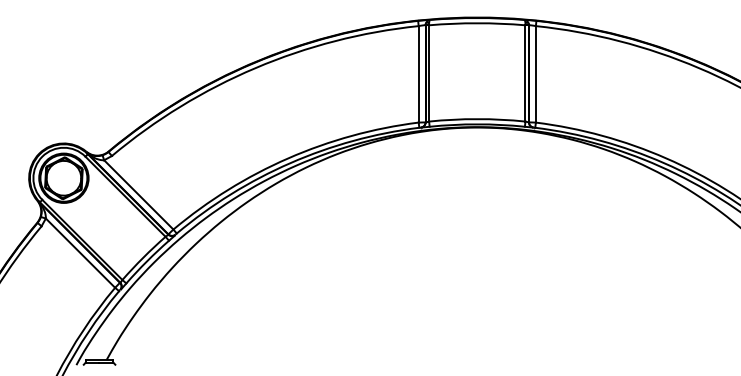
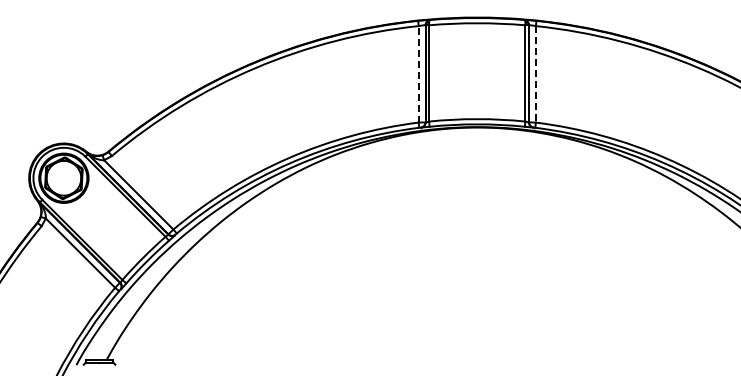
line at (418, 73): solid -> dashed
line at (535, 74): solid -> dashed
